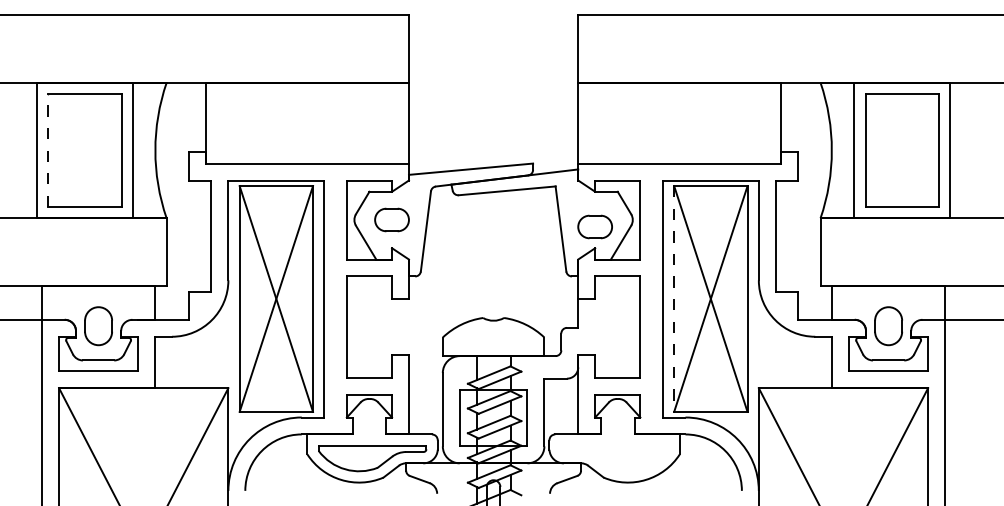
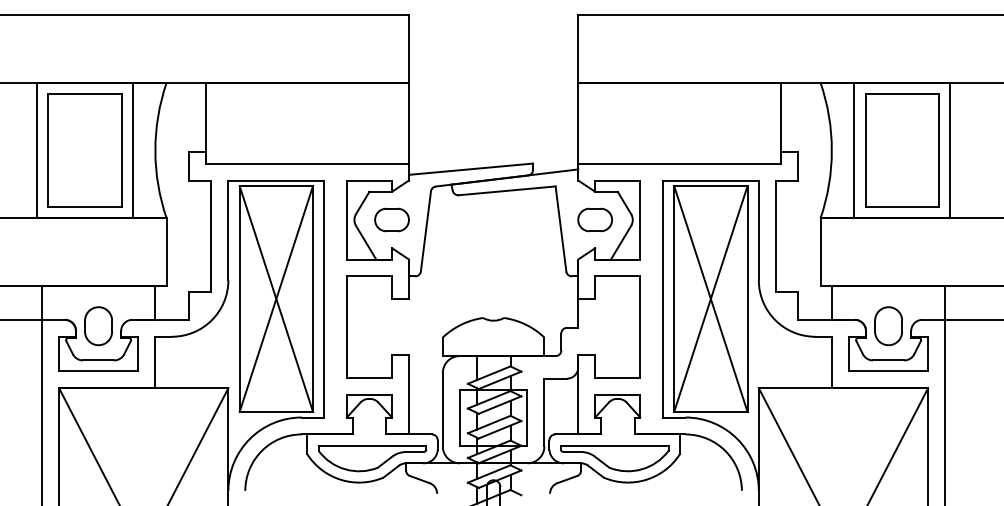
line at (48, 150): dashed -> solid
part at (594, 226) position: (594, 226) -> (594, 219)
line at (674, 299): dashed -> solid
part at (614, 458): none -> present
